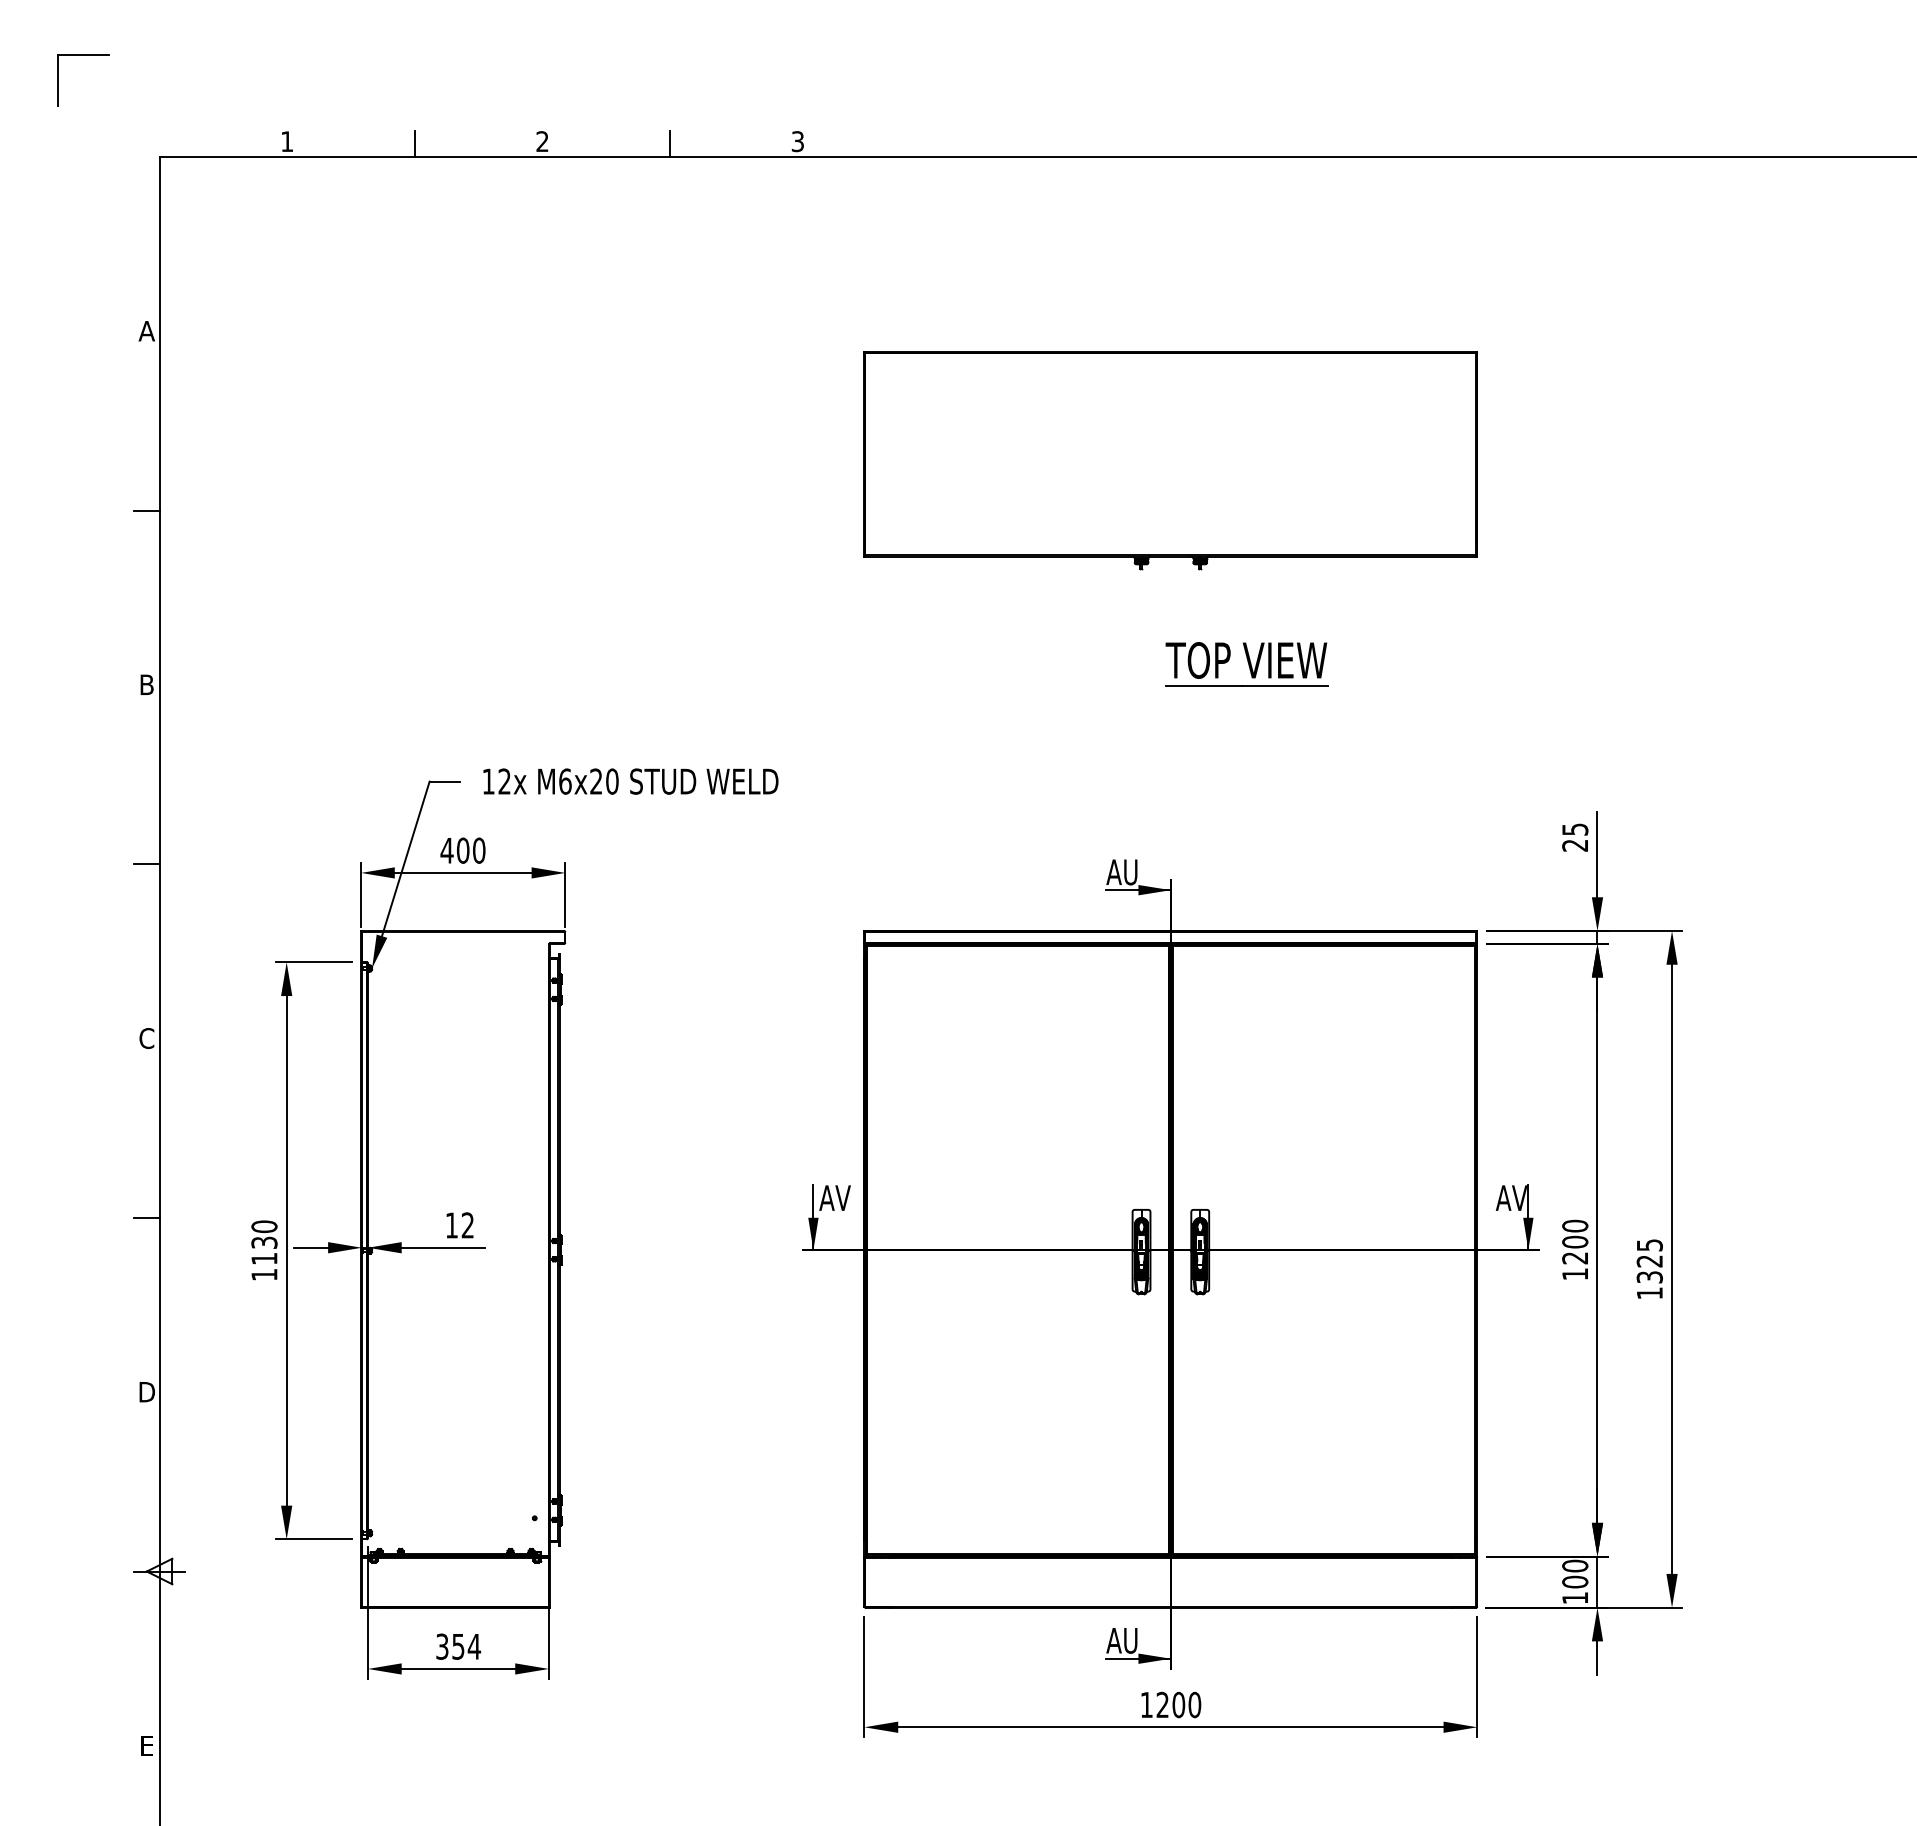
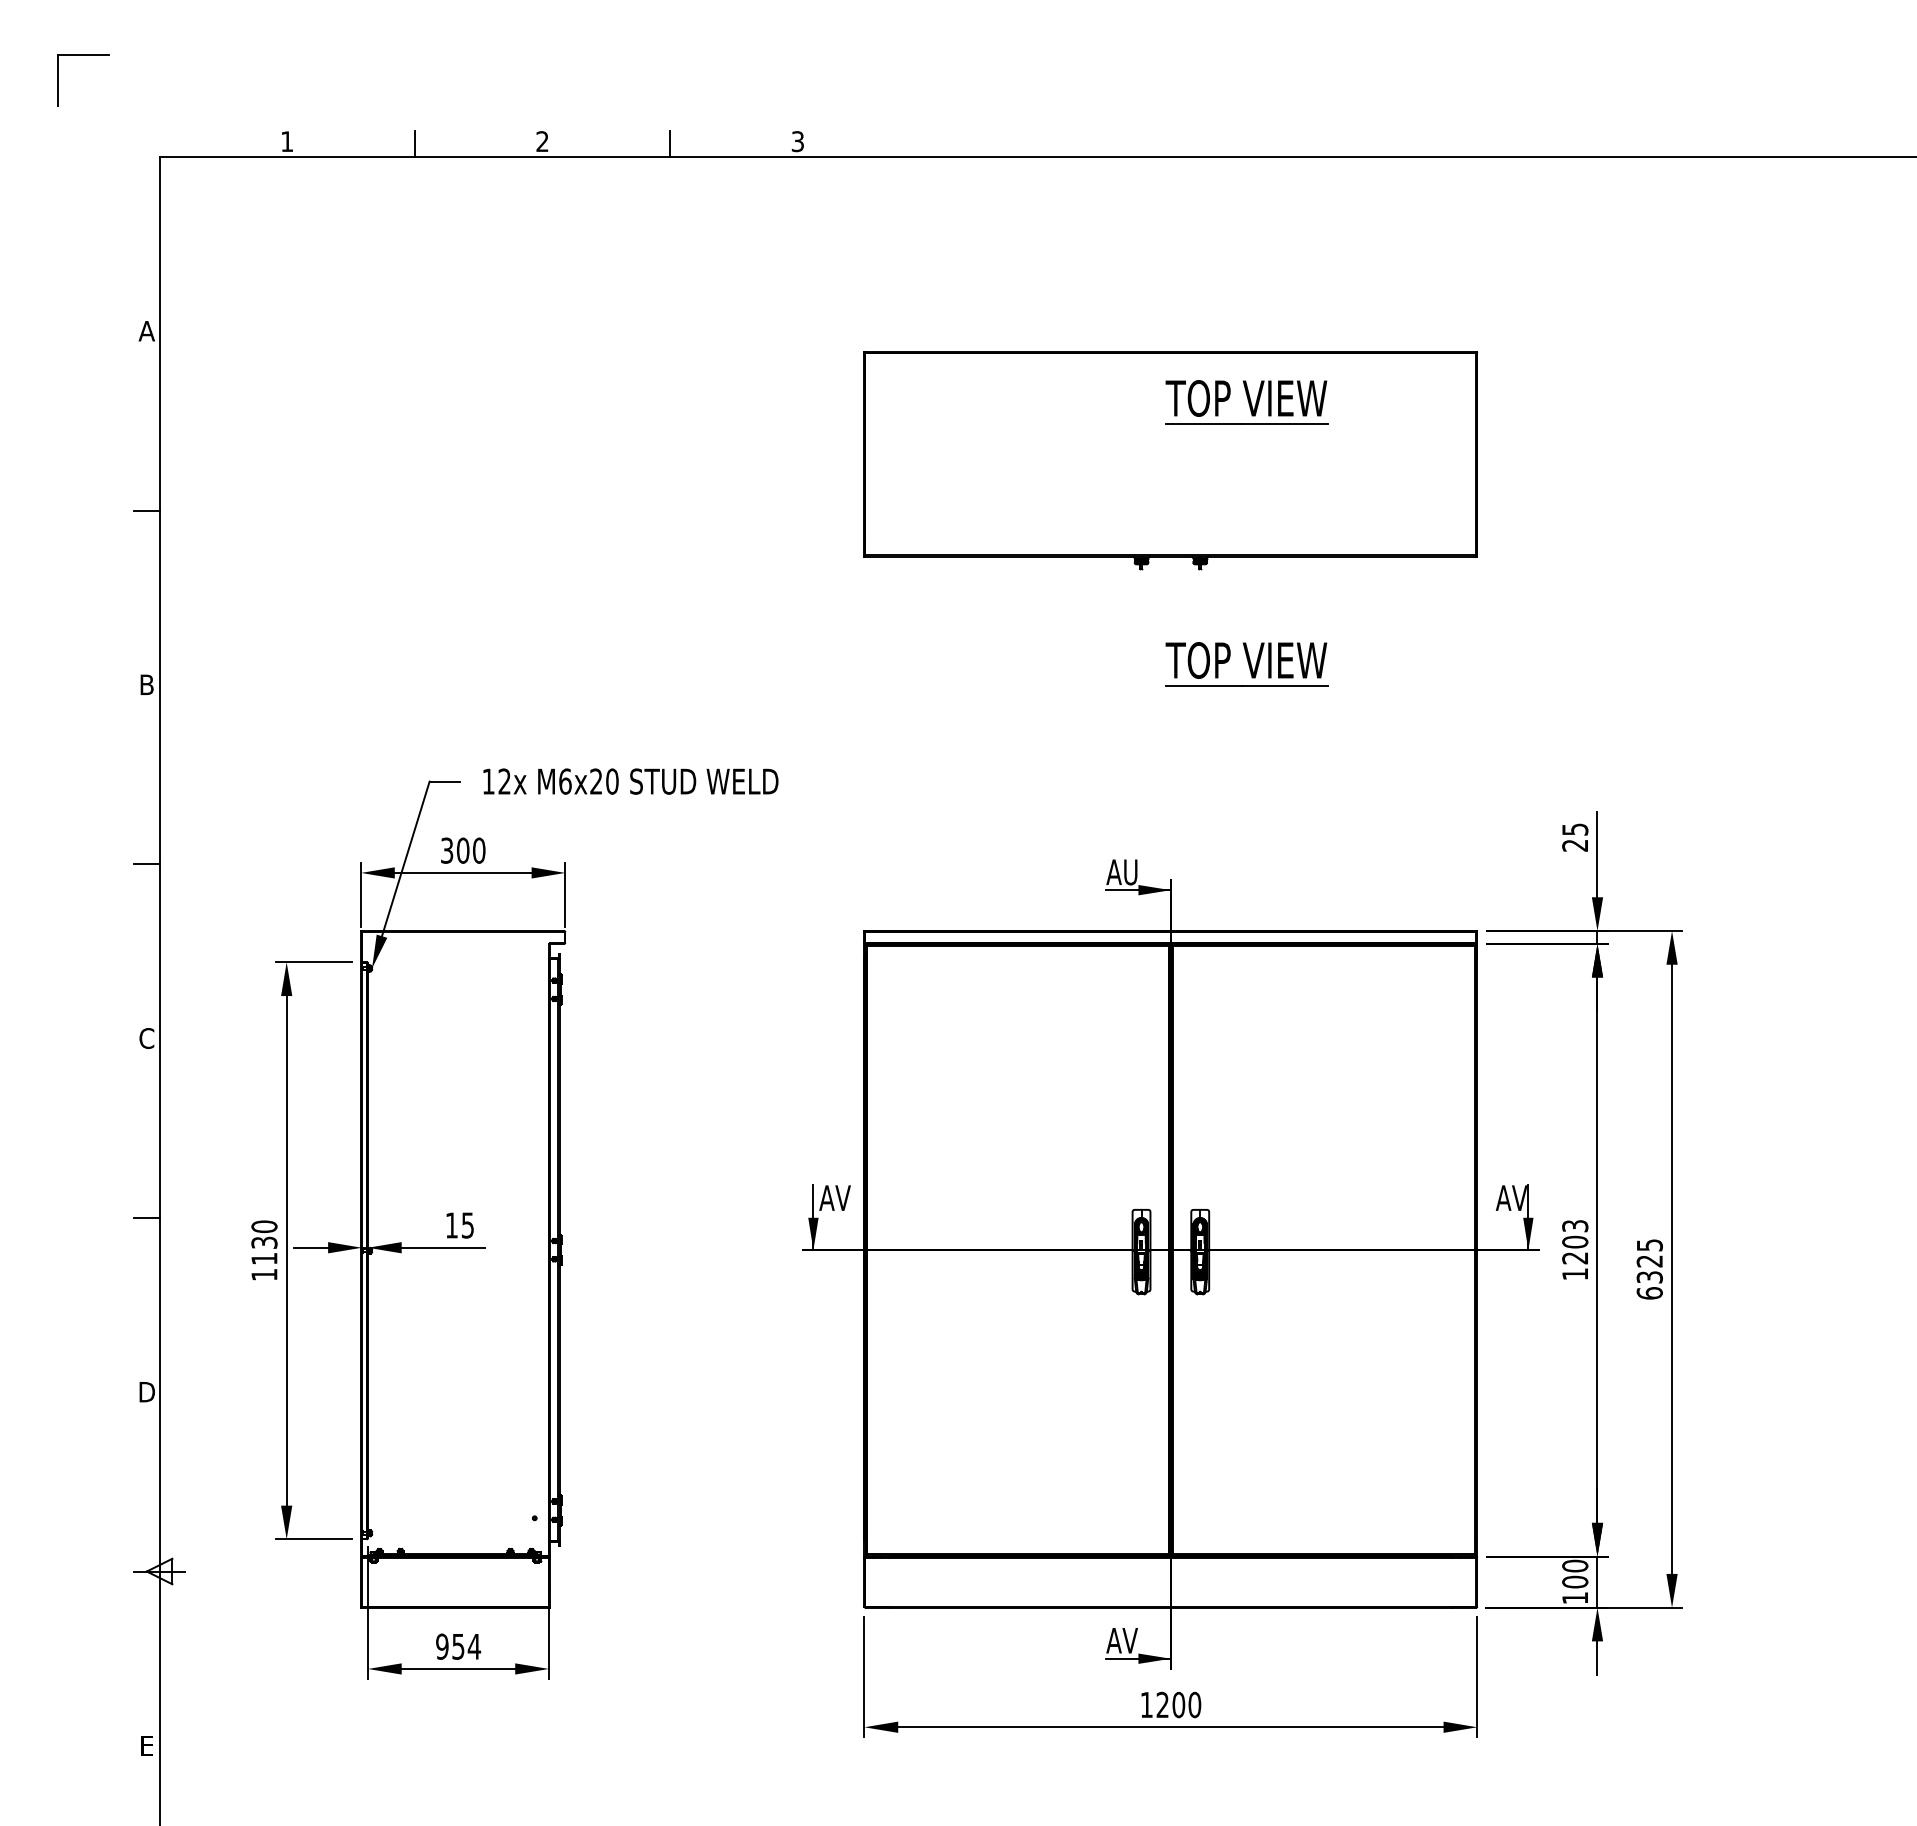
part at (1246, 402): none -> present
text at (446, 850): 400 -> 300
text at (467, 1225): 12 -> 15
text at (1575, 1225): 1200 -> 1203
text at (1649, 1293): 1325 -> 6325
text at (1129, 1640): AU -> AV
text at (442, 1646): 354 -> 954
